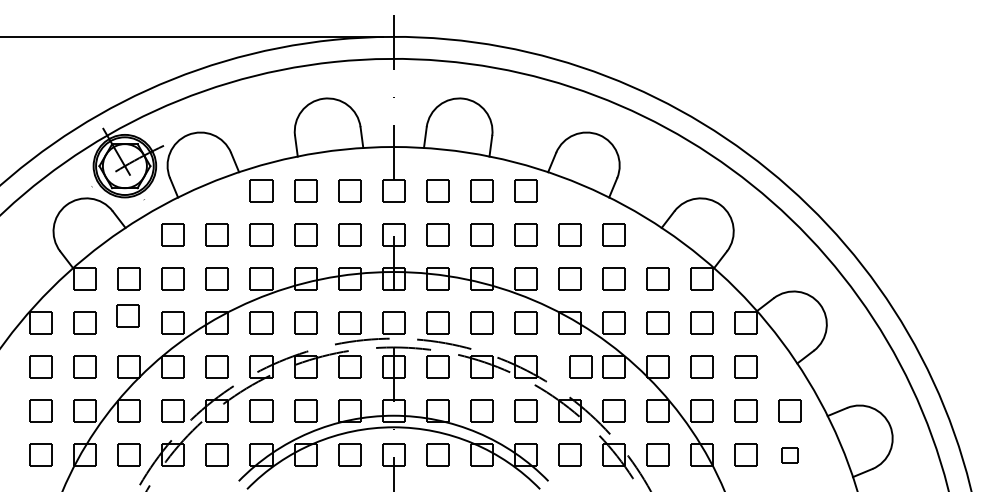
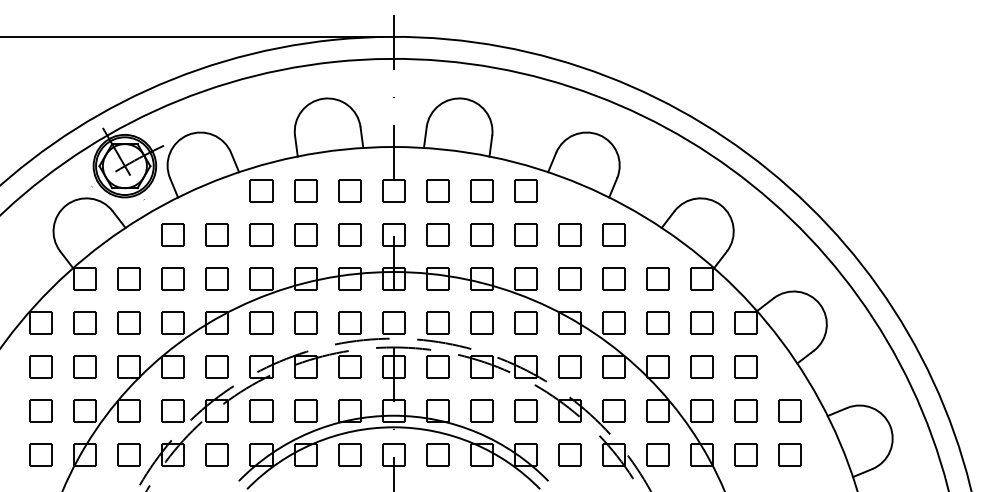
part at (127, 315) position: (127, 315) -> (128, 322)
part at (580, 366) position: (580, 366) -> (569, 366)
part at (789, 455) size: 18x17 px -> 24x24 px
